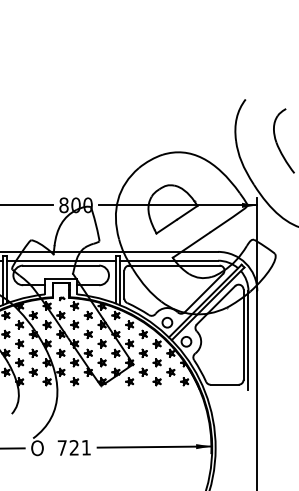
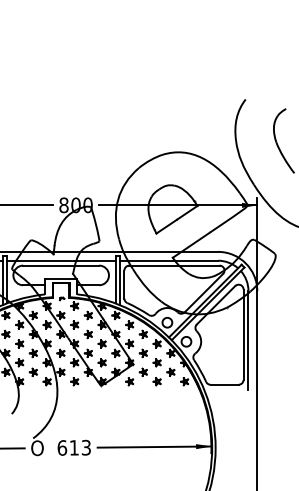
text at (73, 447): 721 -> 613
